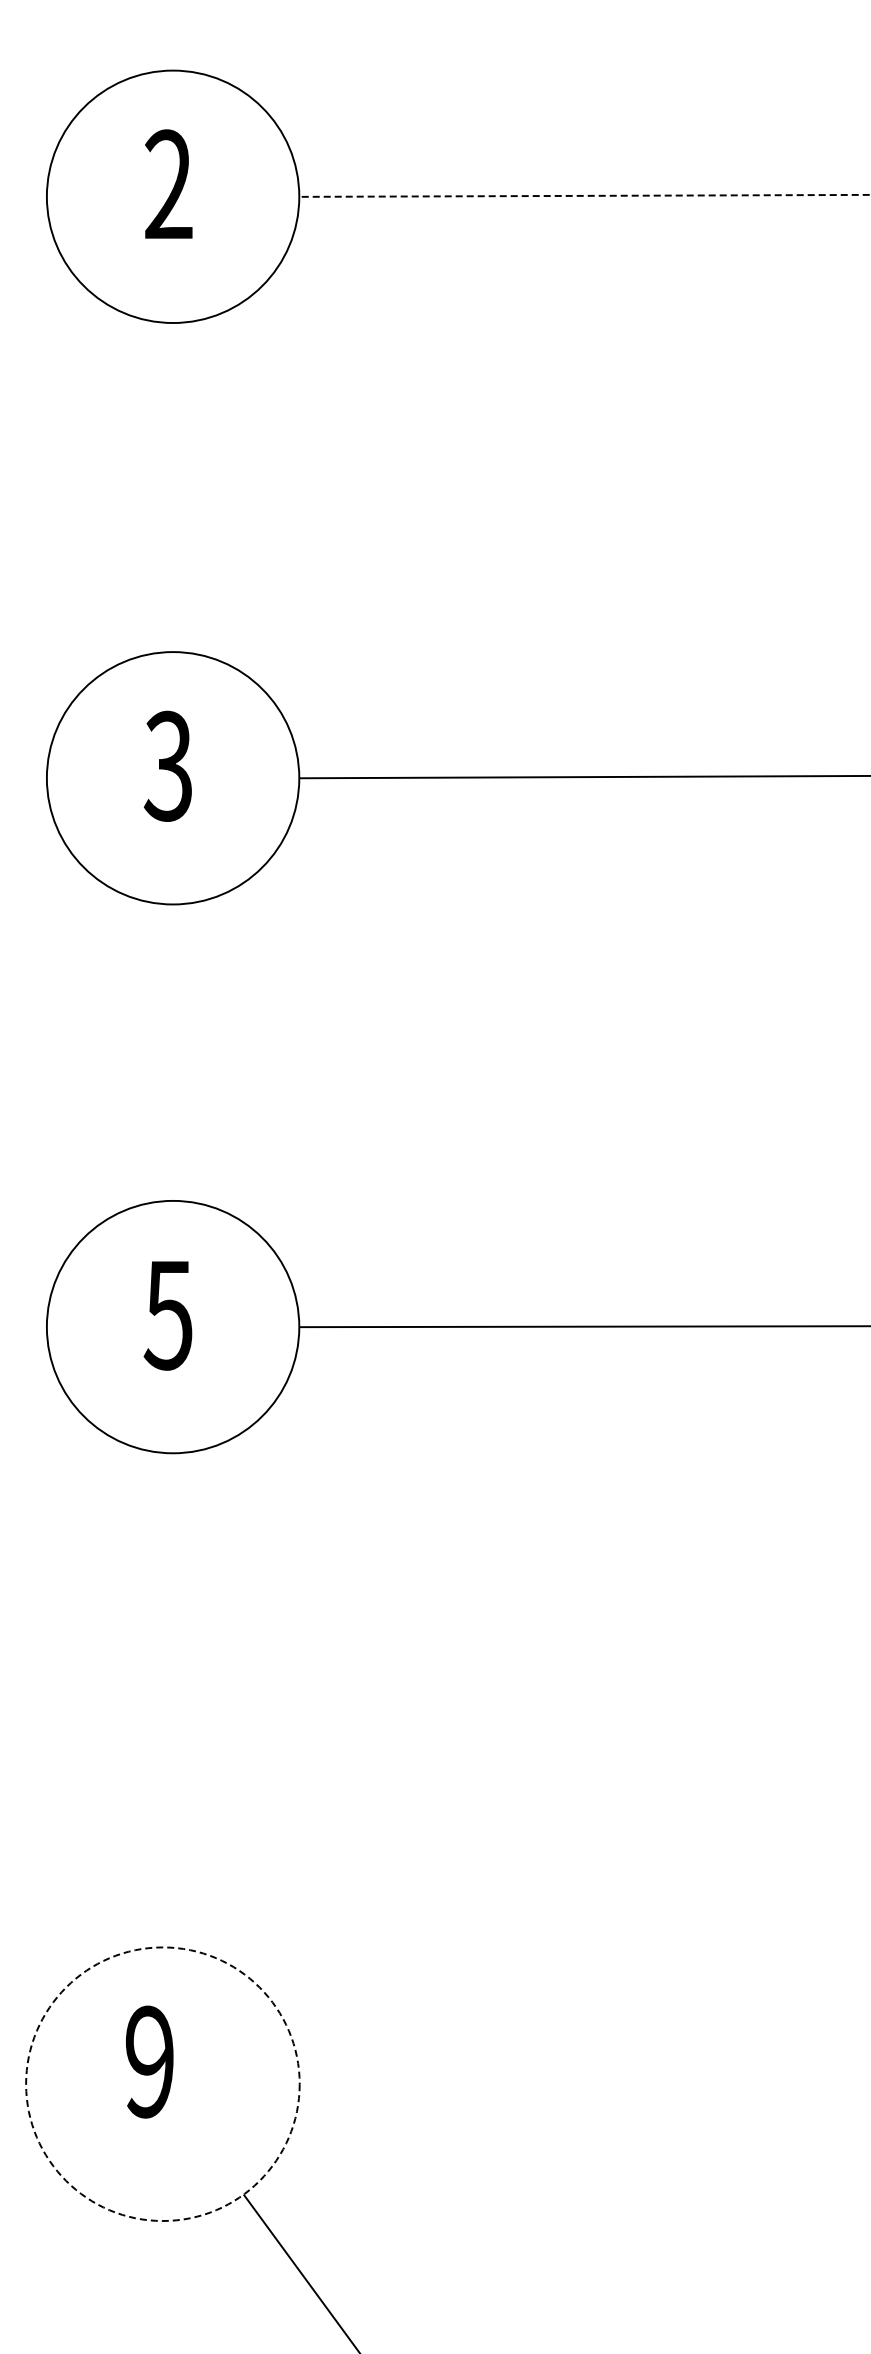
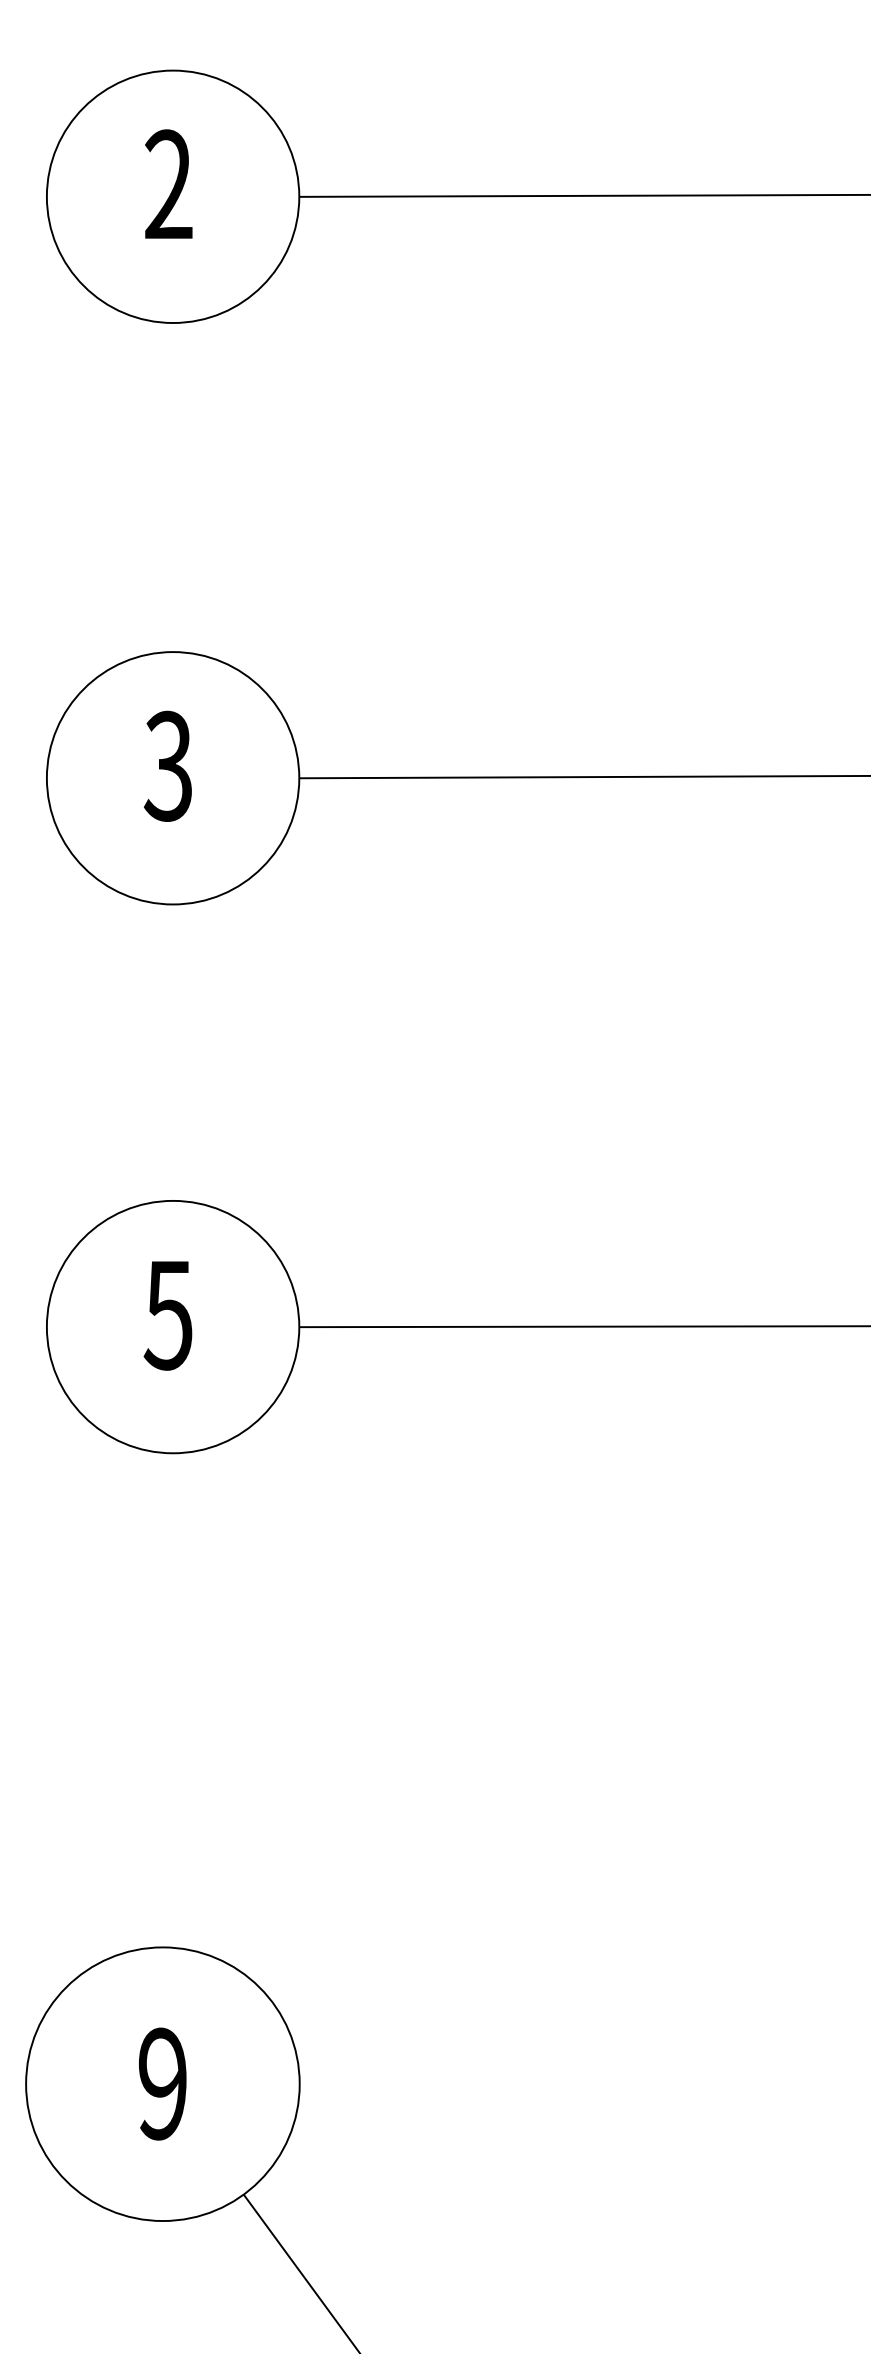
line at (585, 195): dashed -> solid
text at (149, 2061) position: (149, 2061) -> (162, 2083)
circle at (162, 2084): dashed -> solid
